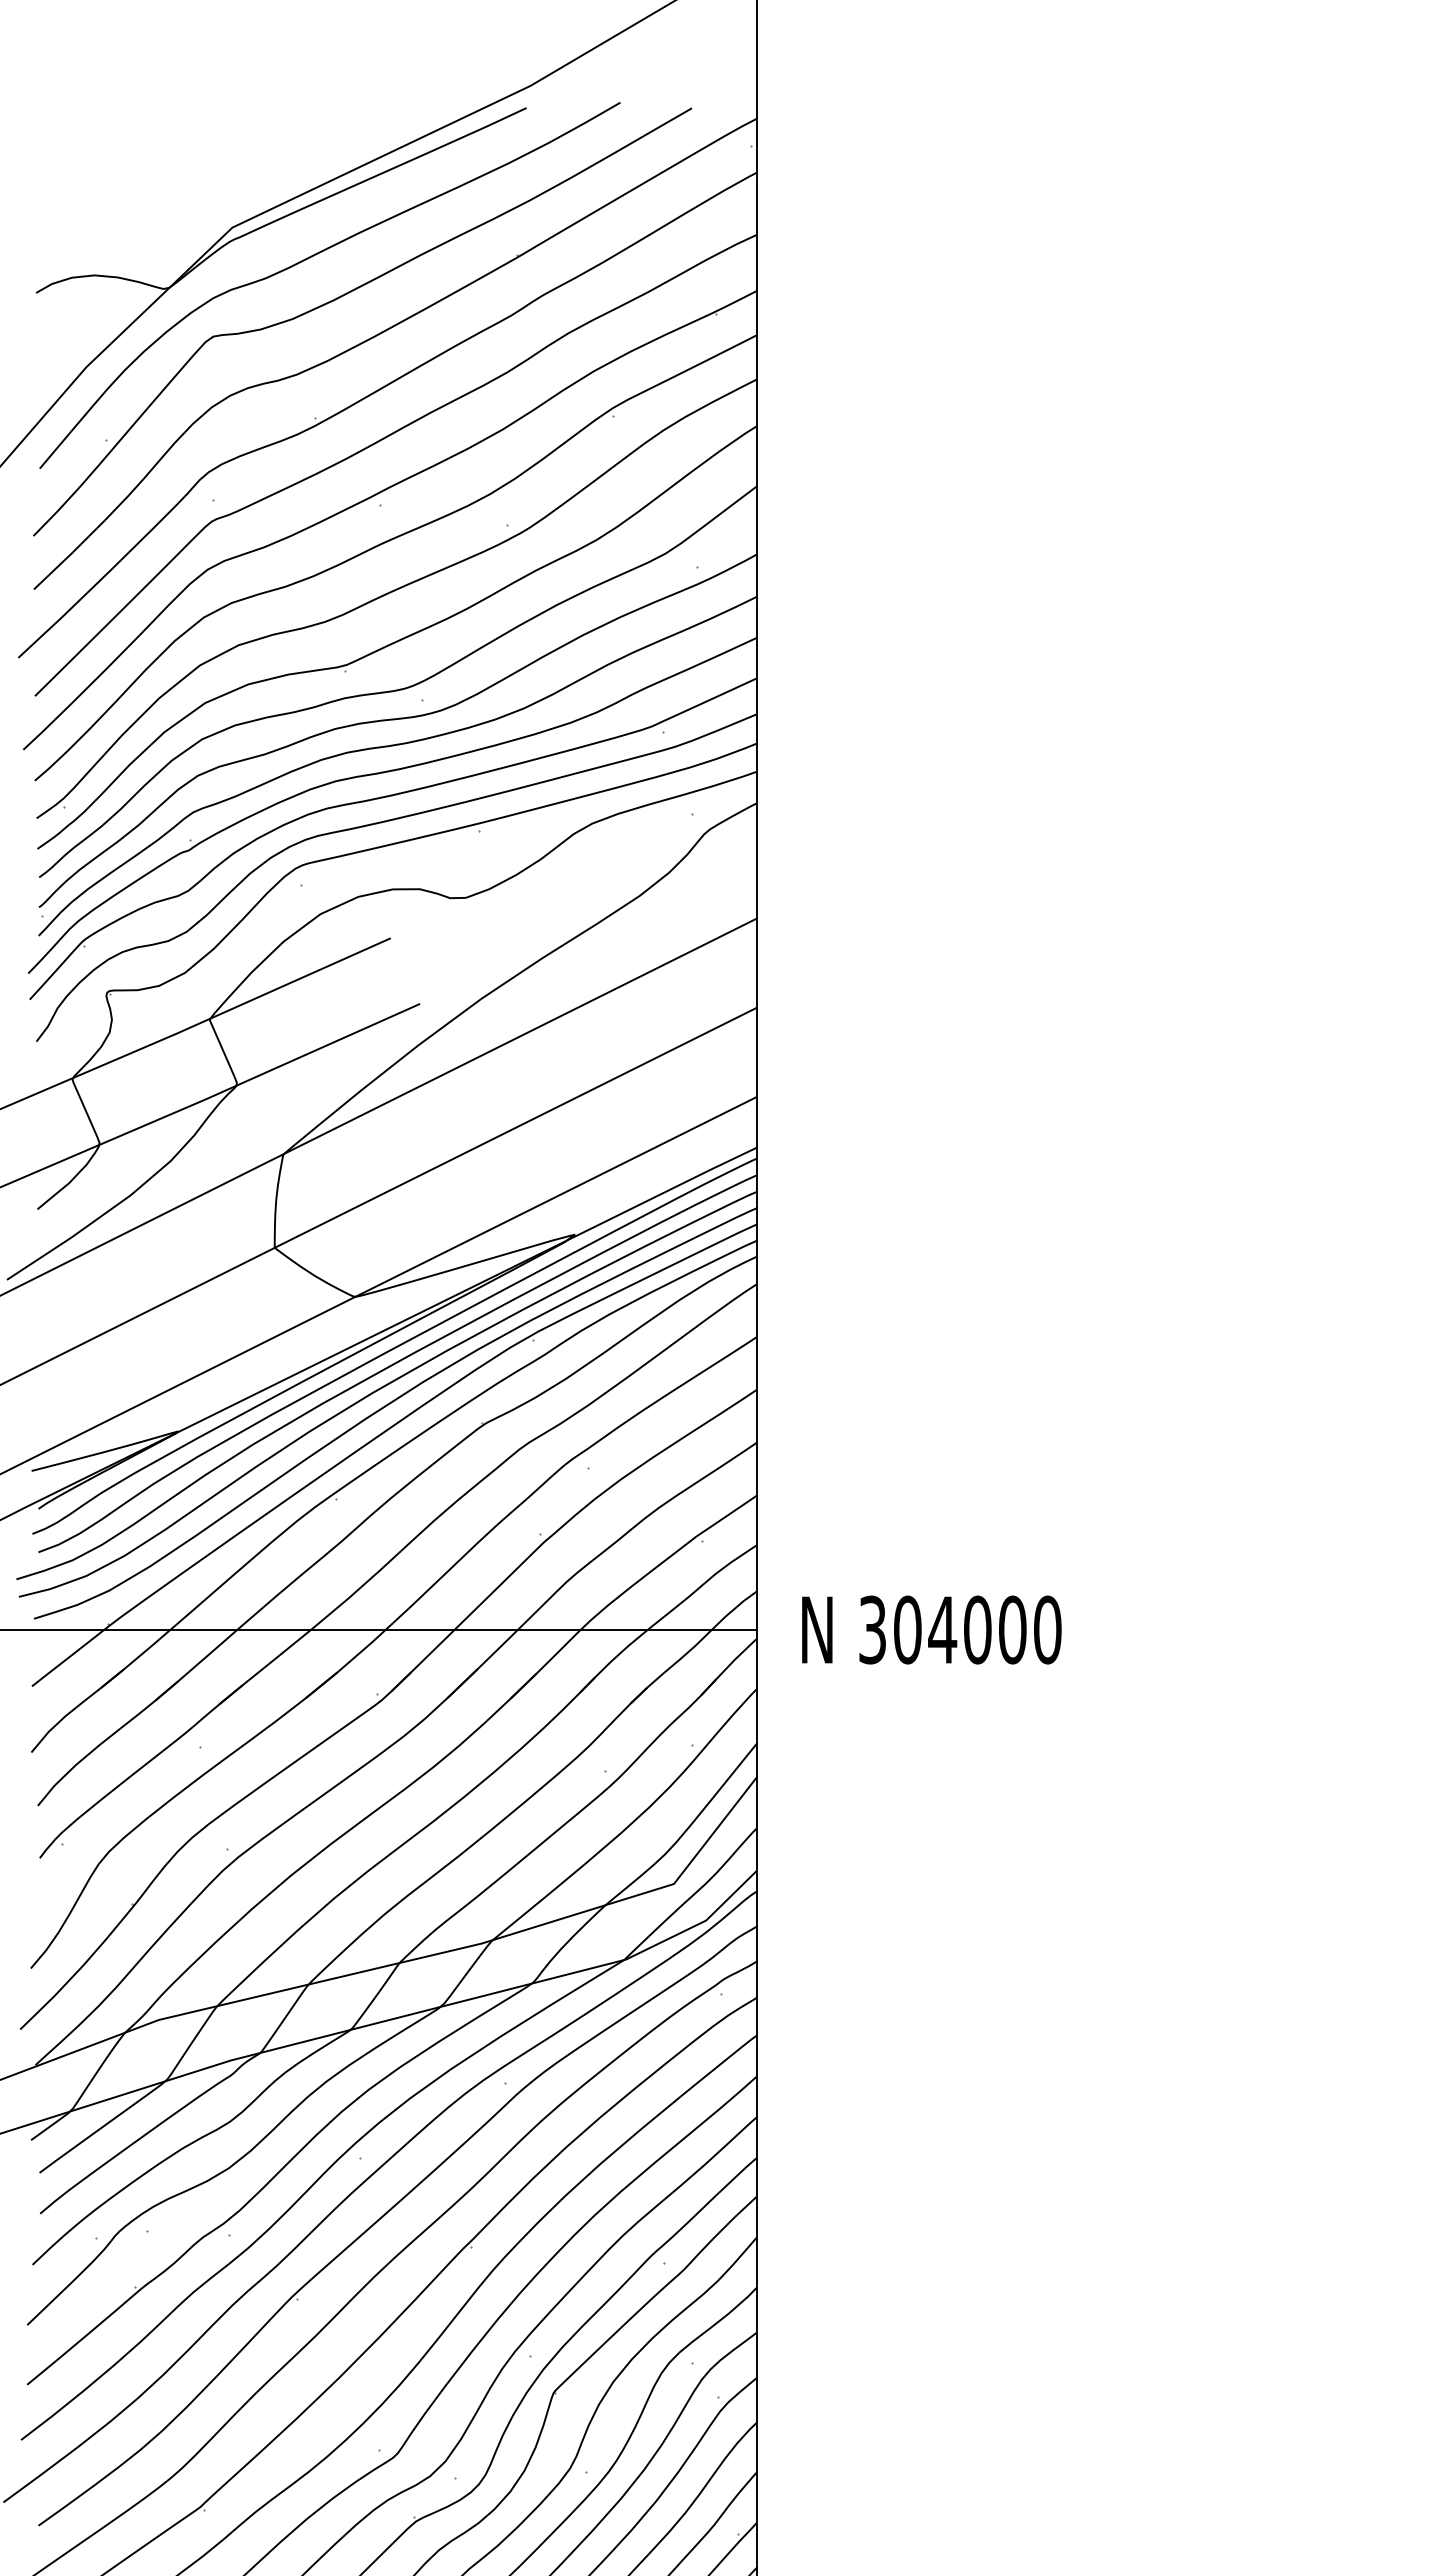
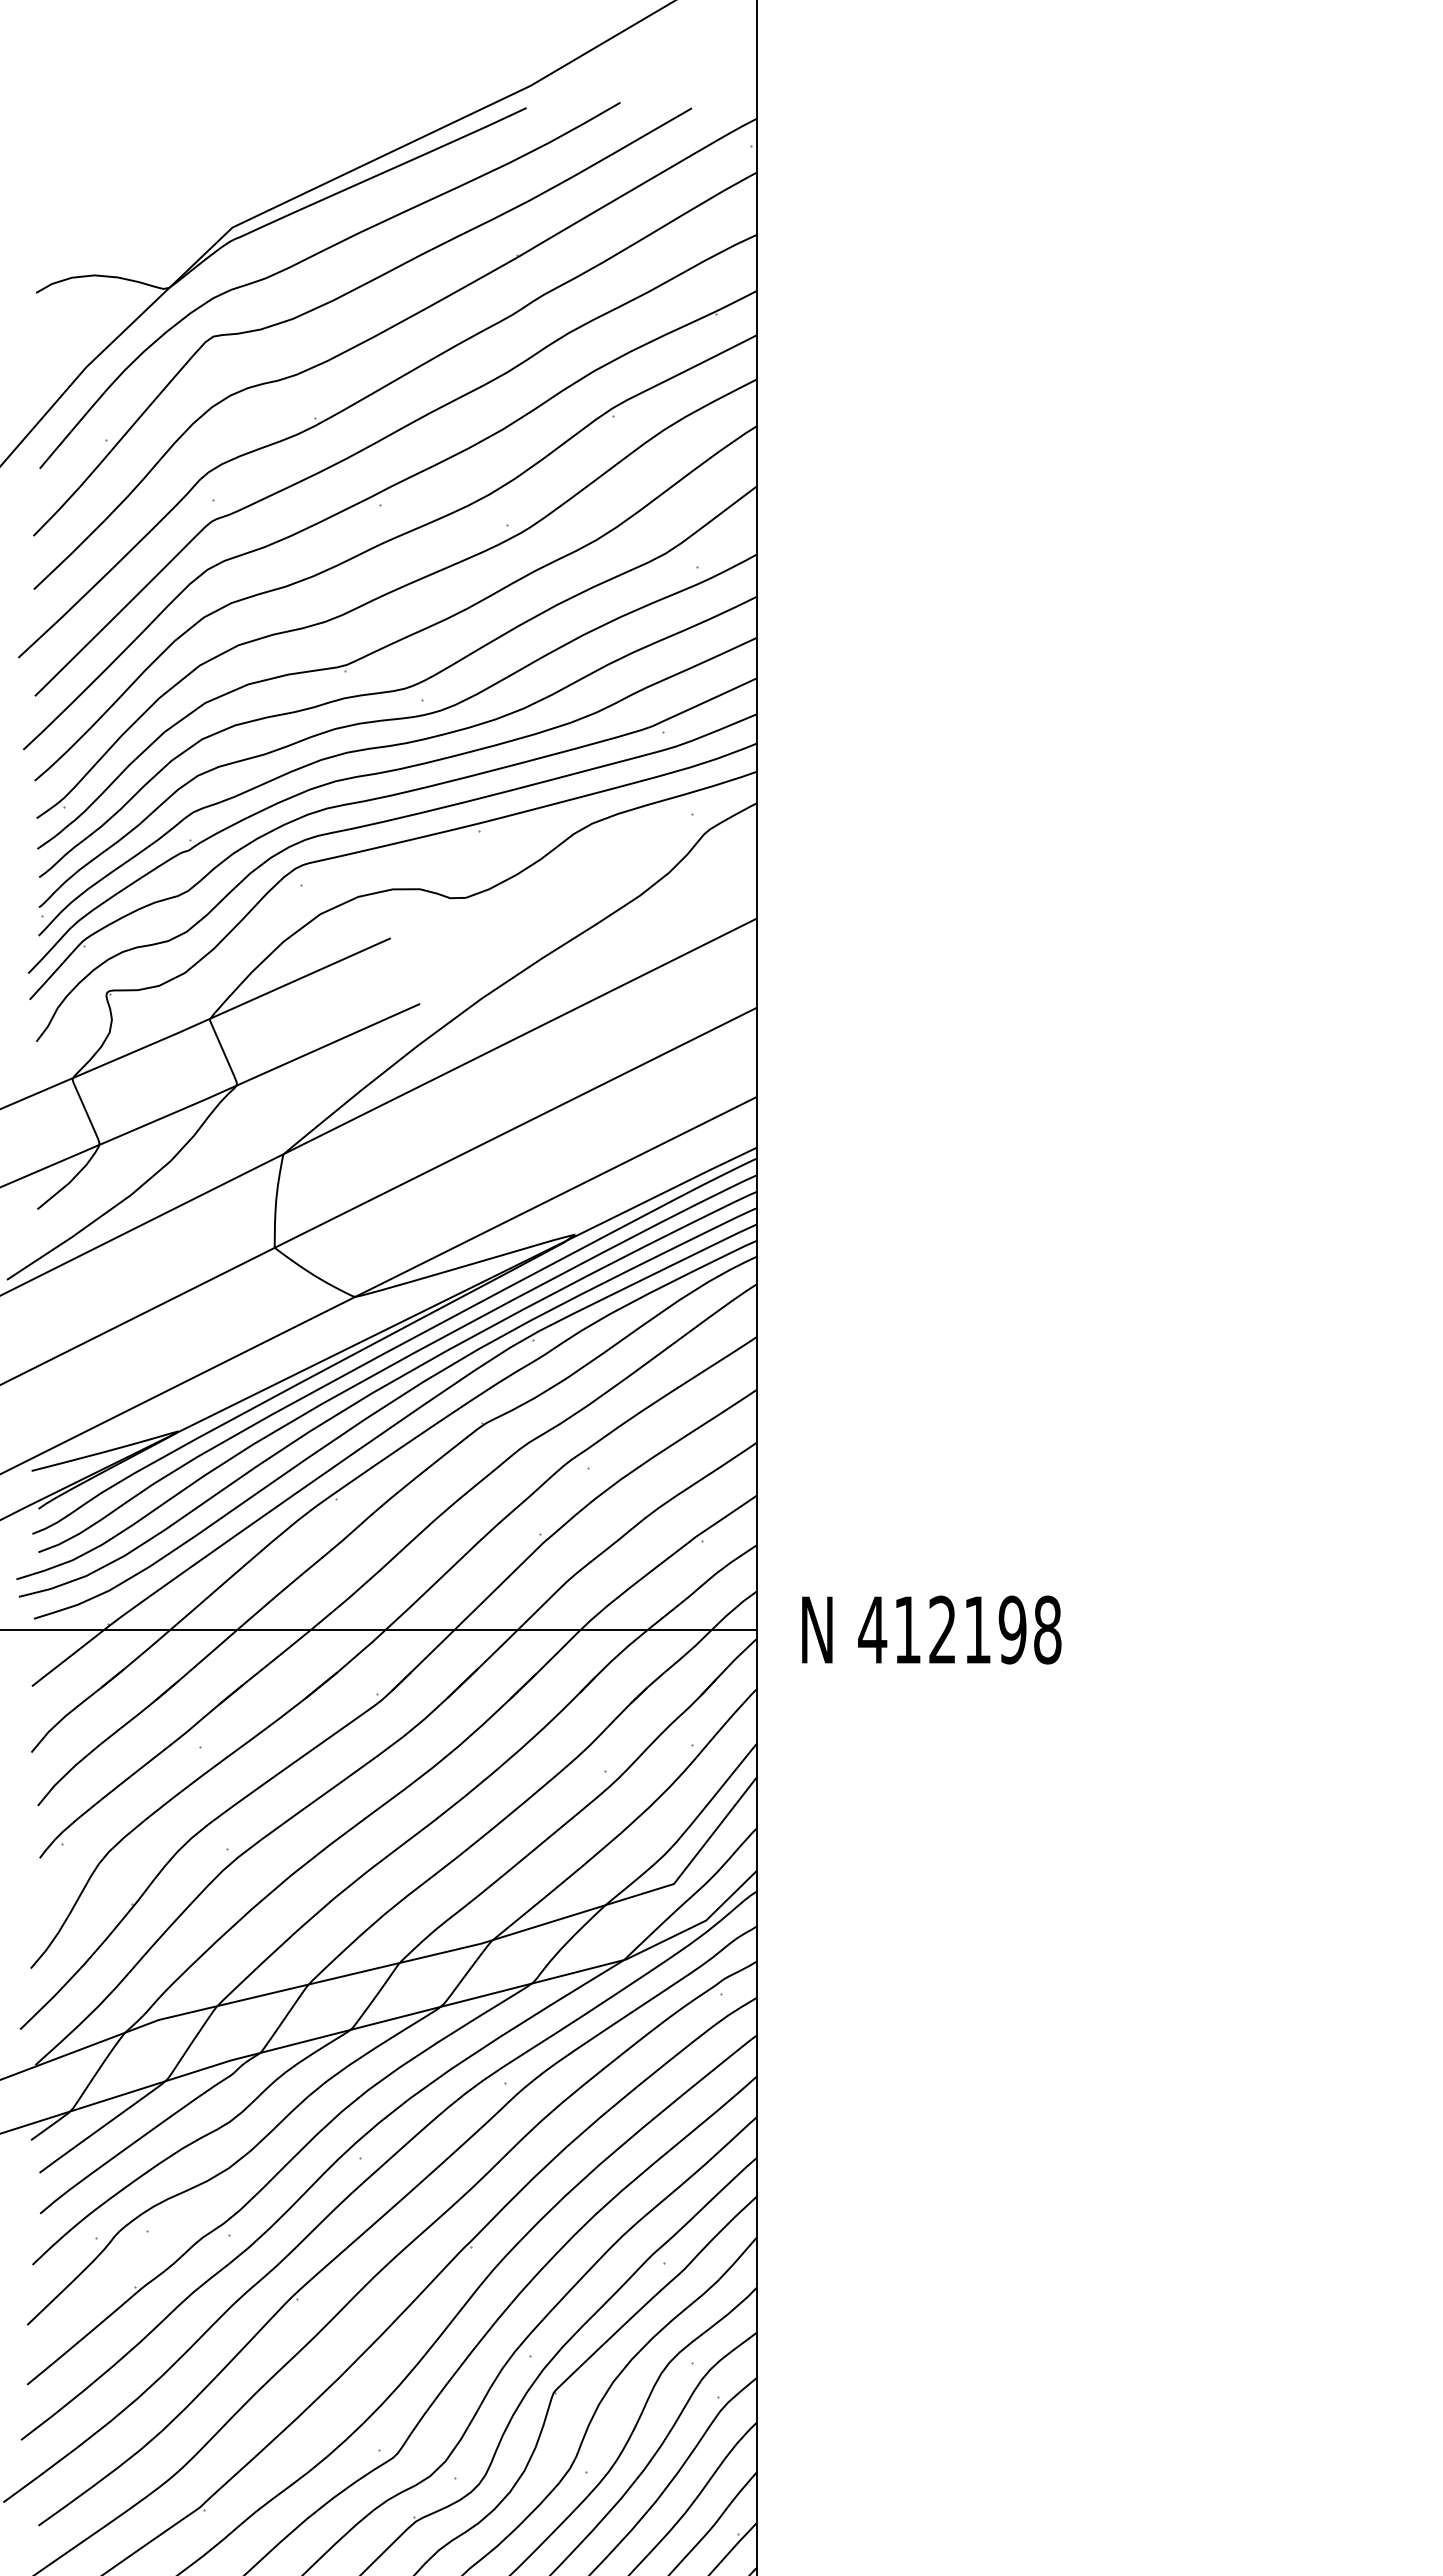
text at (959, 1629): 304000 -> 412198
